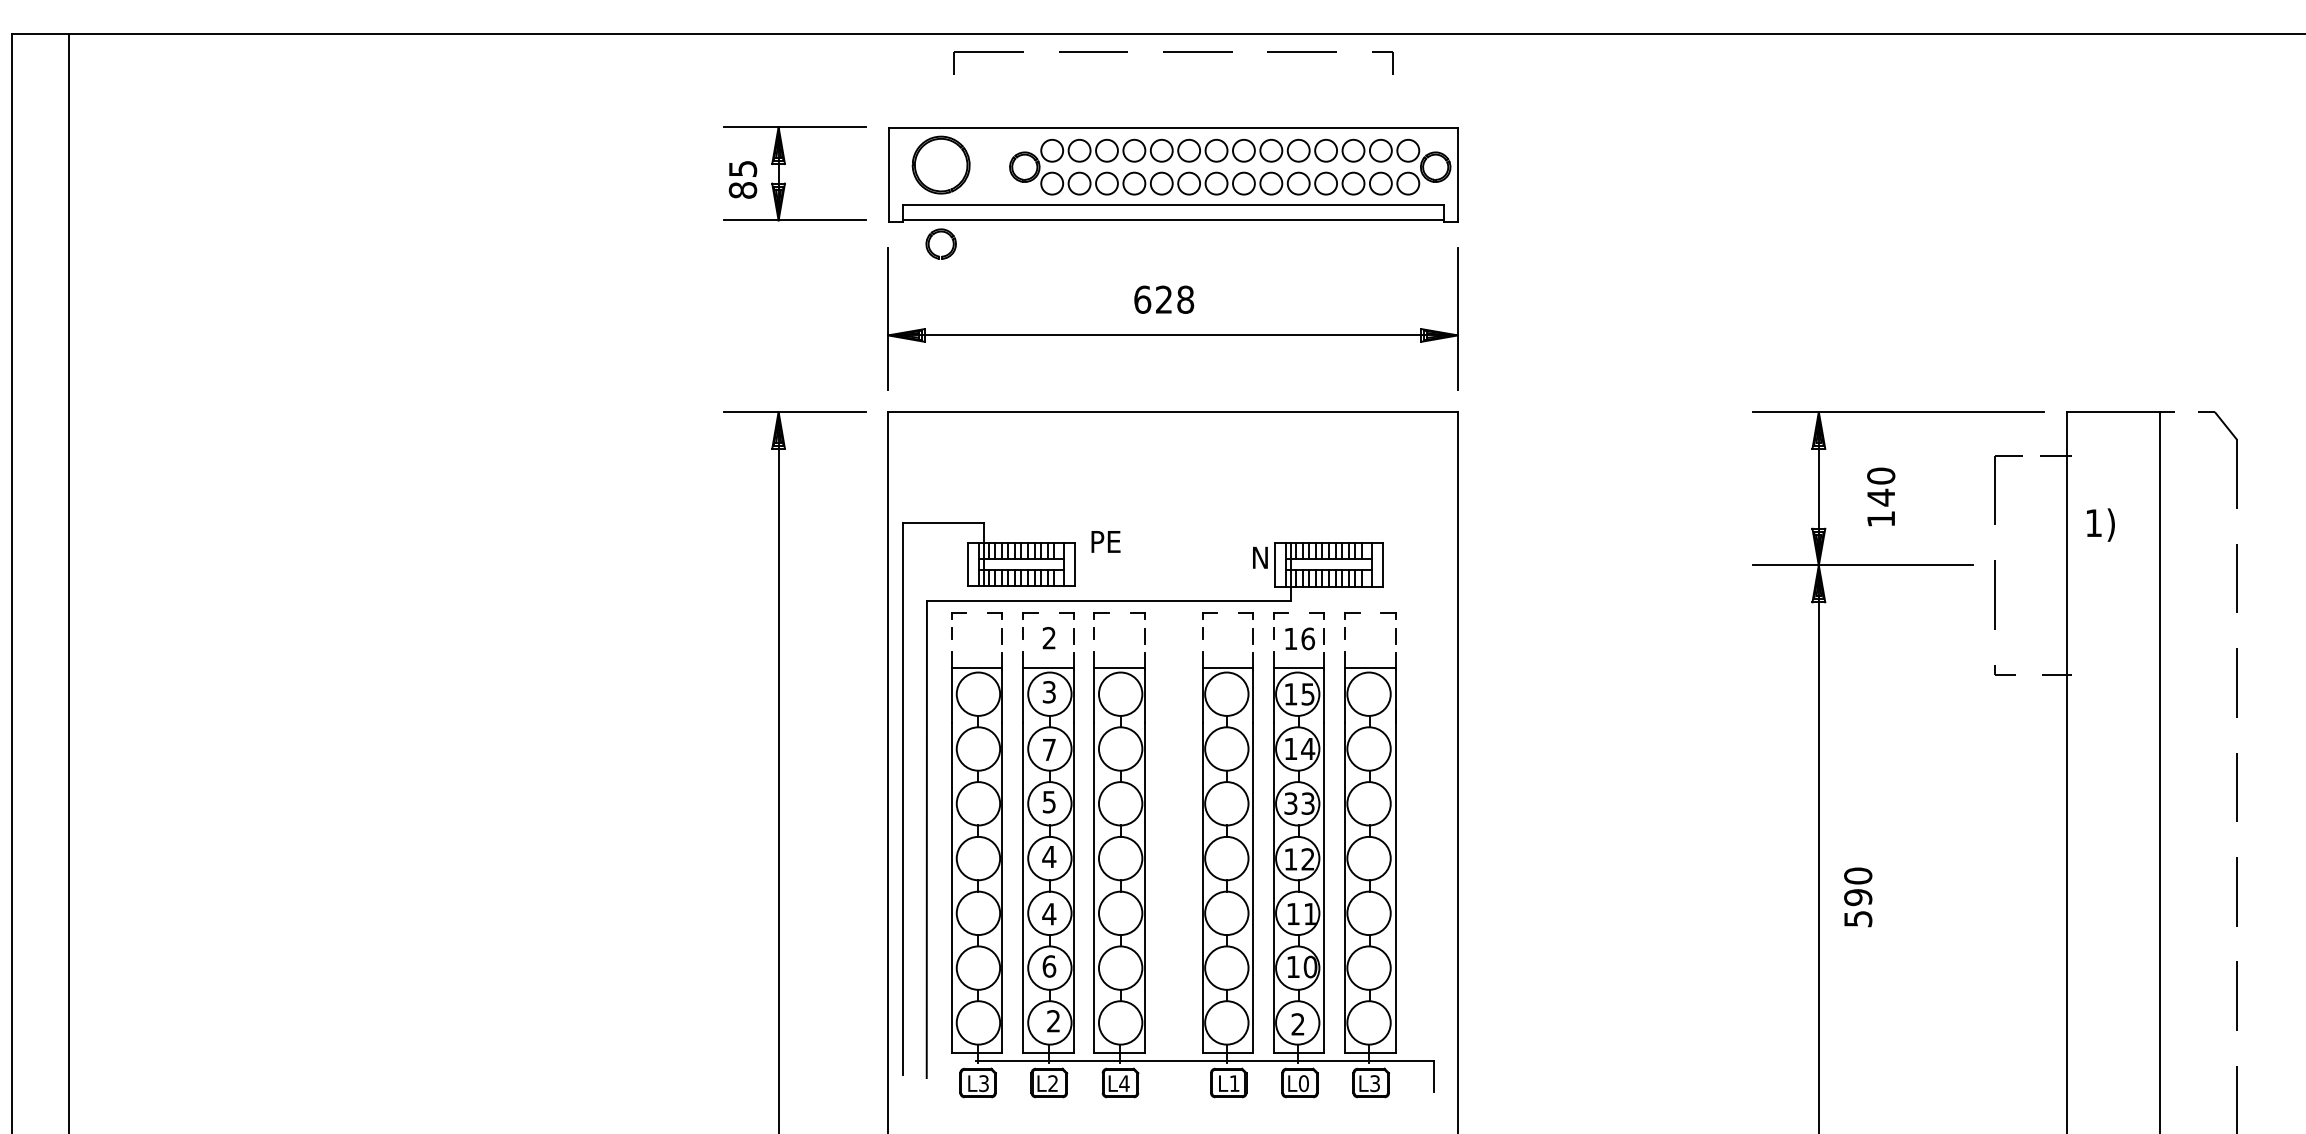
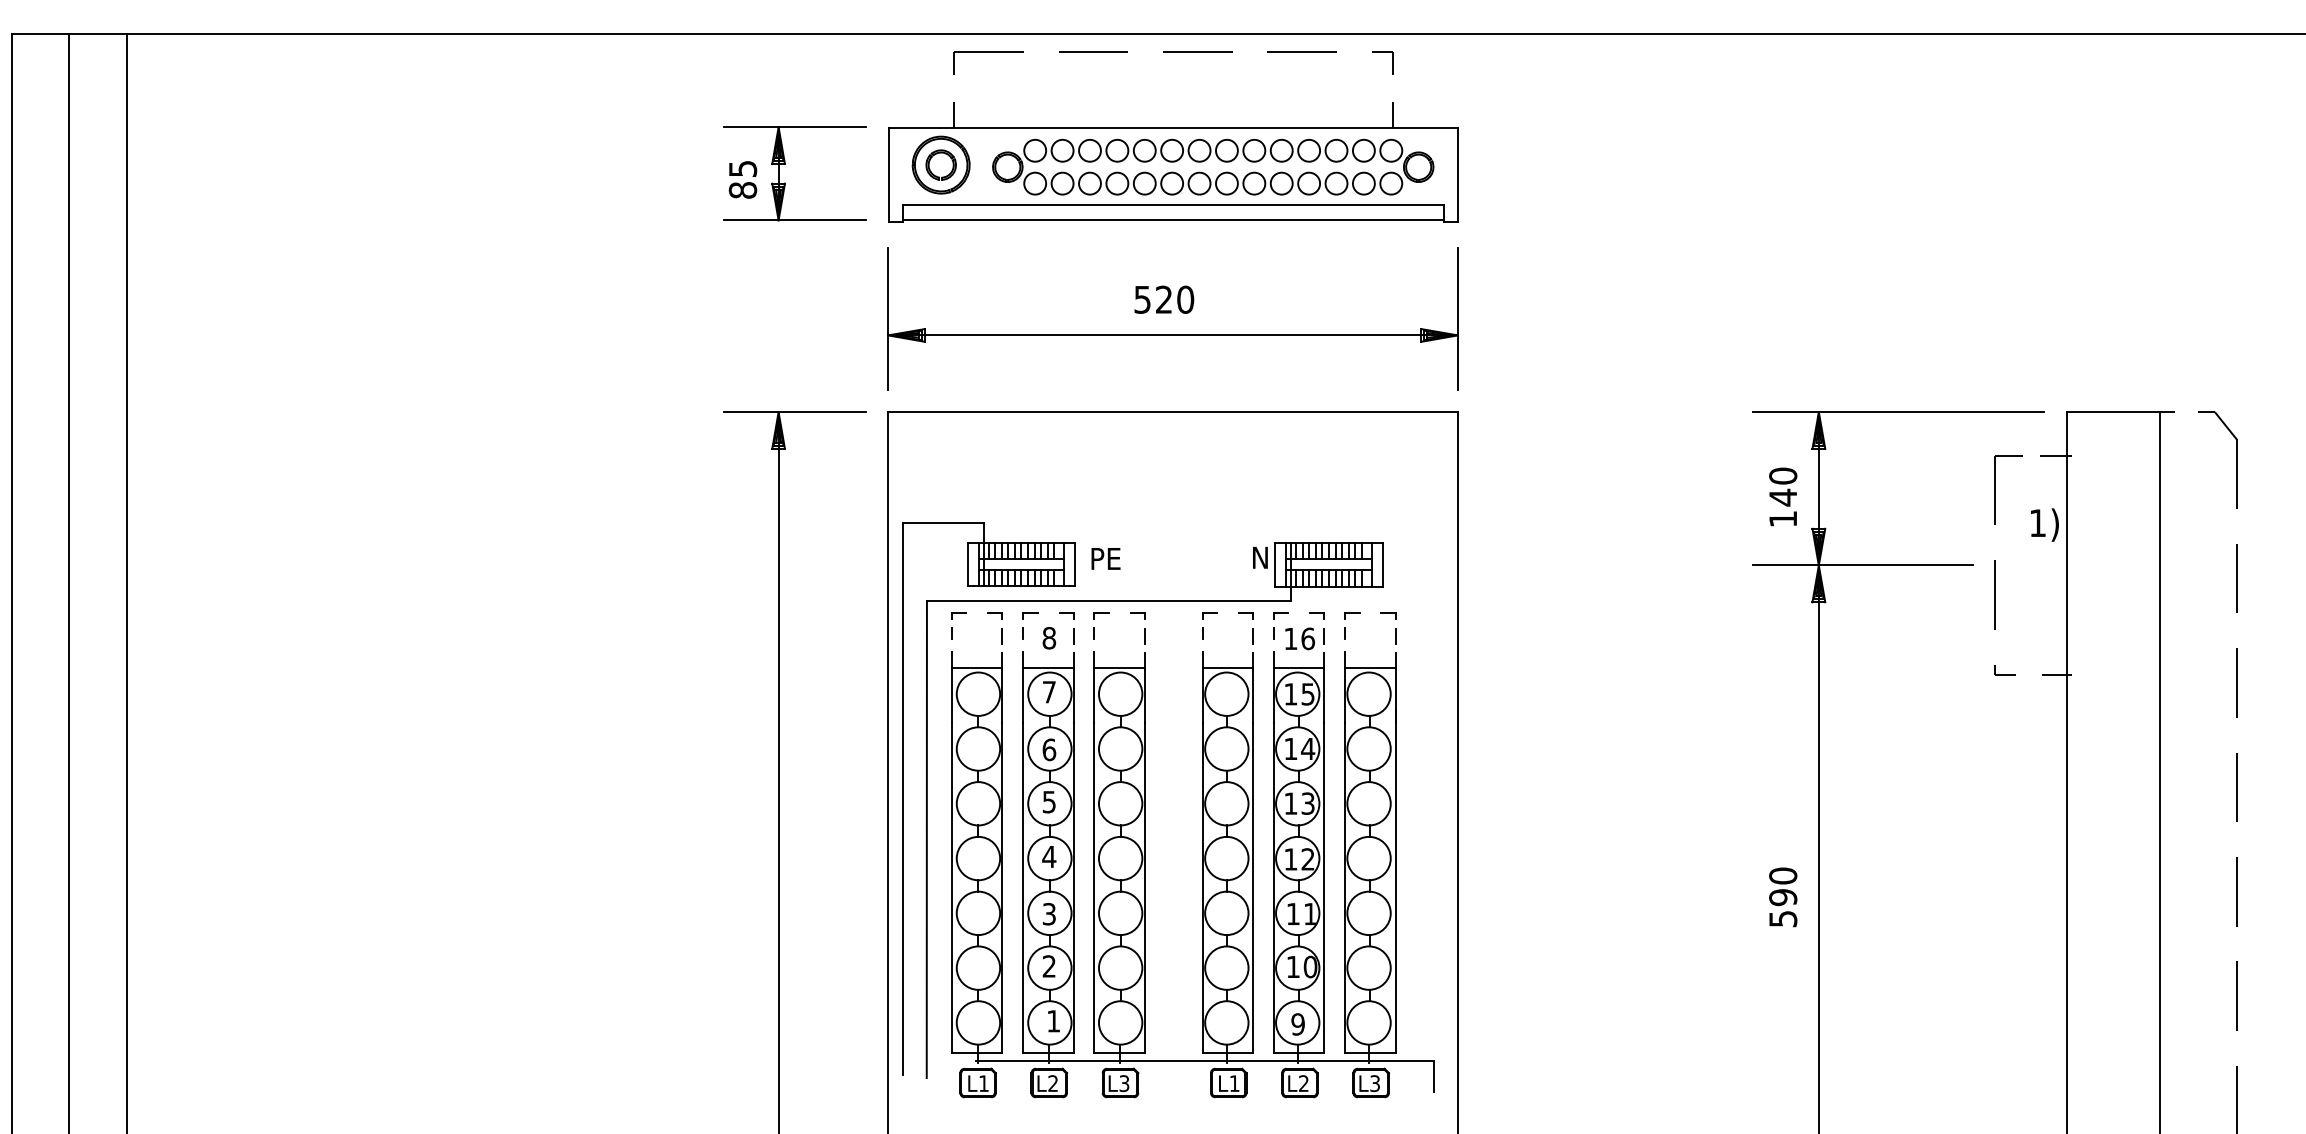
line at (954, 114): none -> present
line at (1392, 114): none -> present
part at (1236, 160) position: (1236, 160) -> (1219, 160)
part at (931, 238) position: (931, 238) -> (931, 159)
text at (1164, 299): 628 -> 520
text at (1881, 496) position: (1881, 496) -> (1783, 496)
text at (2100, 524) position: (2100, 524) -> (2044, 524)
text at (1105, 541) position: (1105, 541) -> (1105, 558)
line at (126, 582): none -> present
text at (1049, 638): 2 -> 8
text at (1048, 692): 3 -> 7
text at (1049, 749): 7 -> 6
text at (1290, 803): 33 -> 13
text at (1858, 897) position: (1858, 897) -> (1783, 897)
text at (1049, 913): 4 -> 3
text at (1049, 966): 6 -> 2
text at (1053, 1021): 2 -> 1
text at (1297, 1024): 2 -> 9
text at (983, 1083): L3 -> L1
text at (1124, 1083): L4 -> L3
text at (1303, 1083): L0 -> L2
